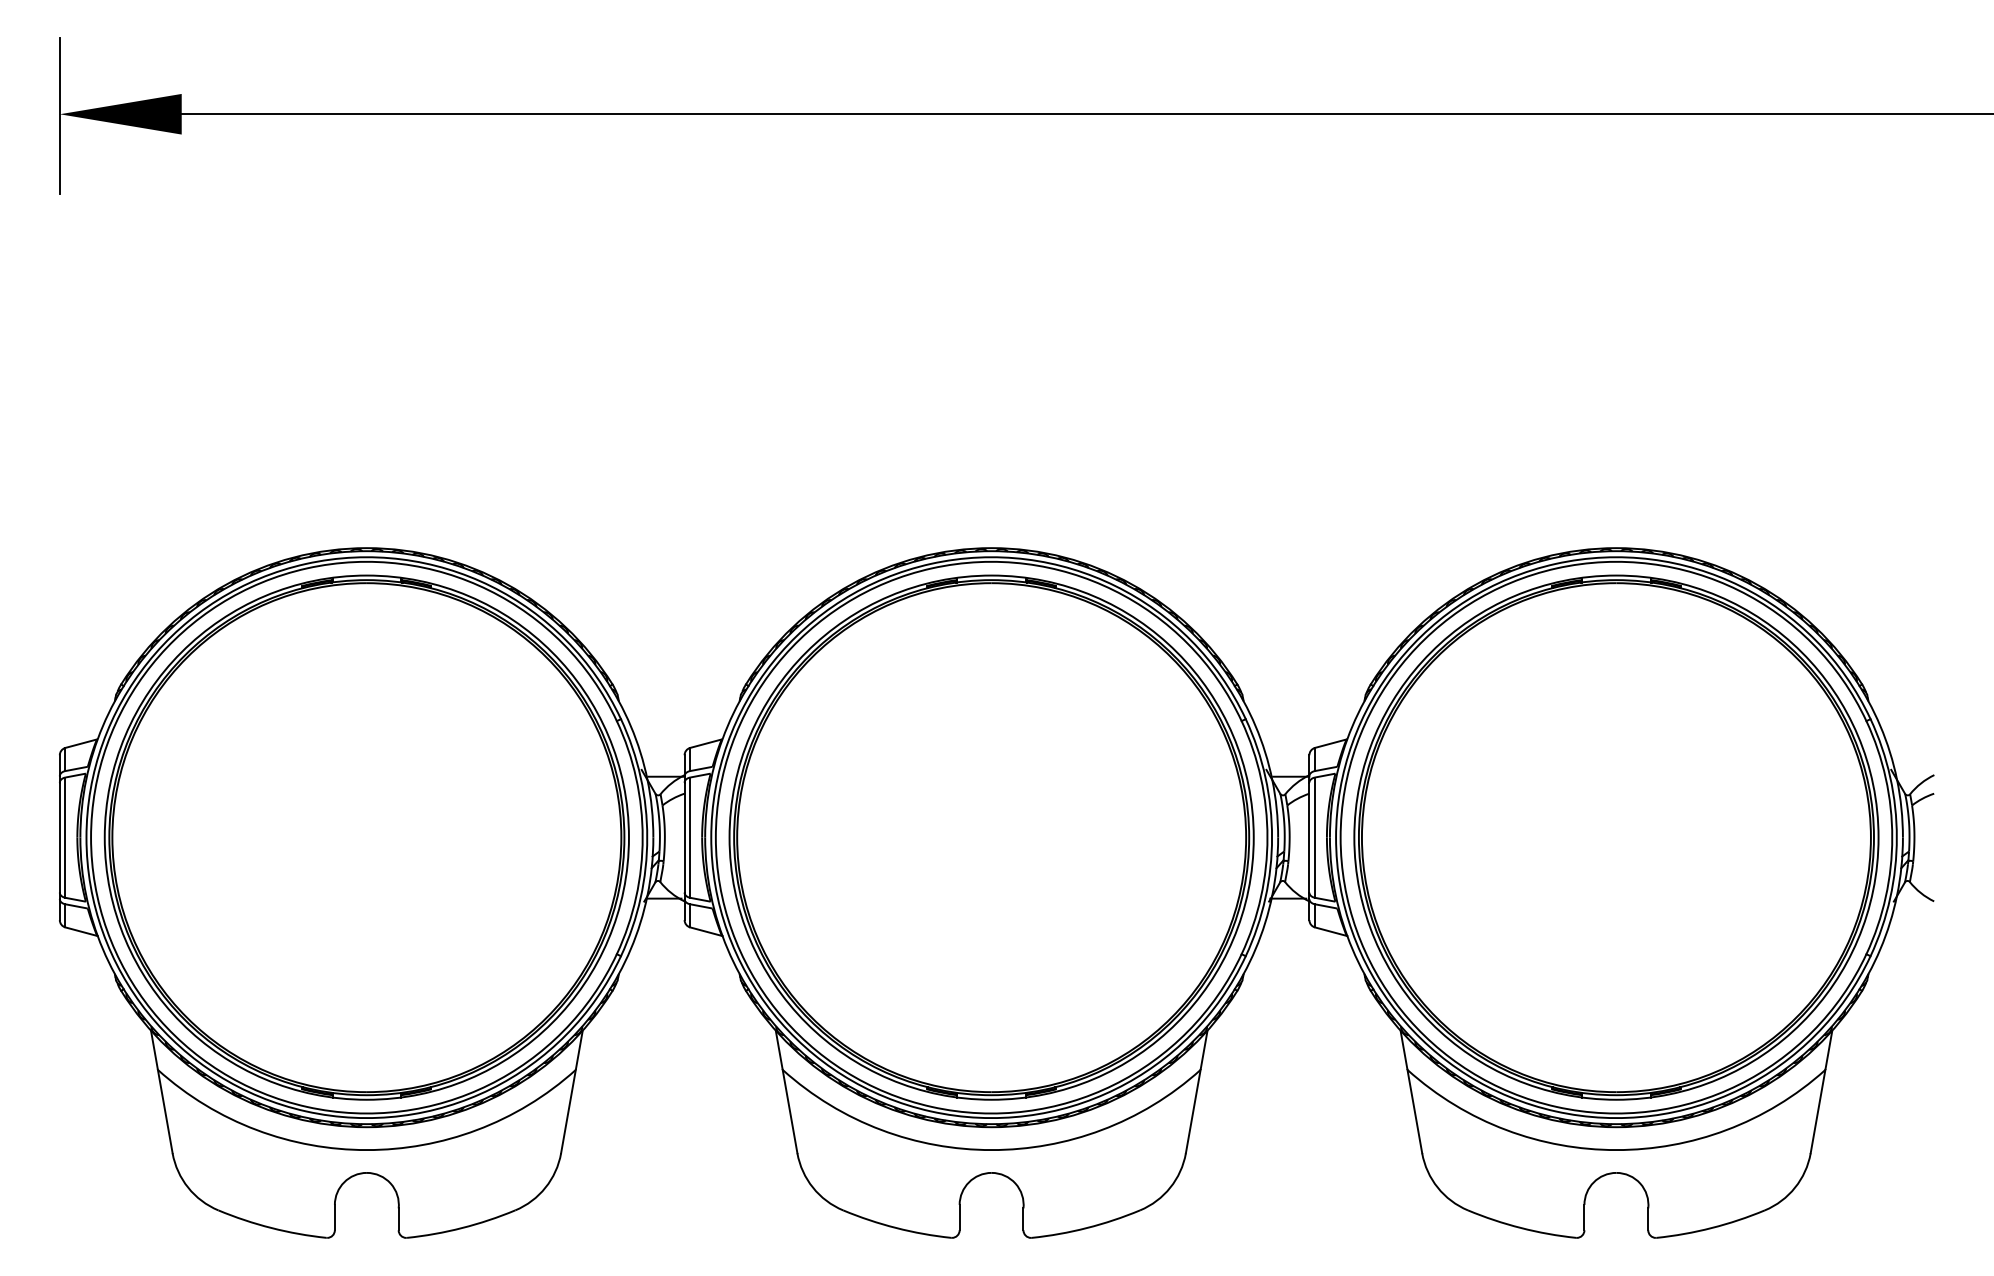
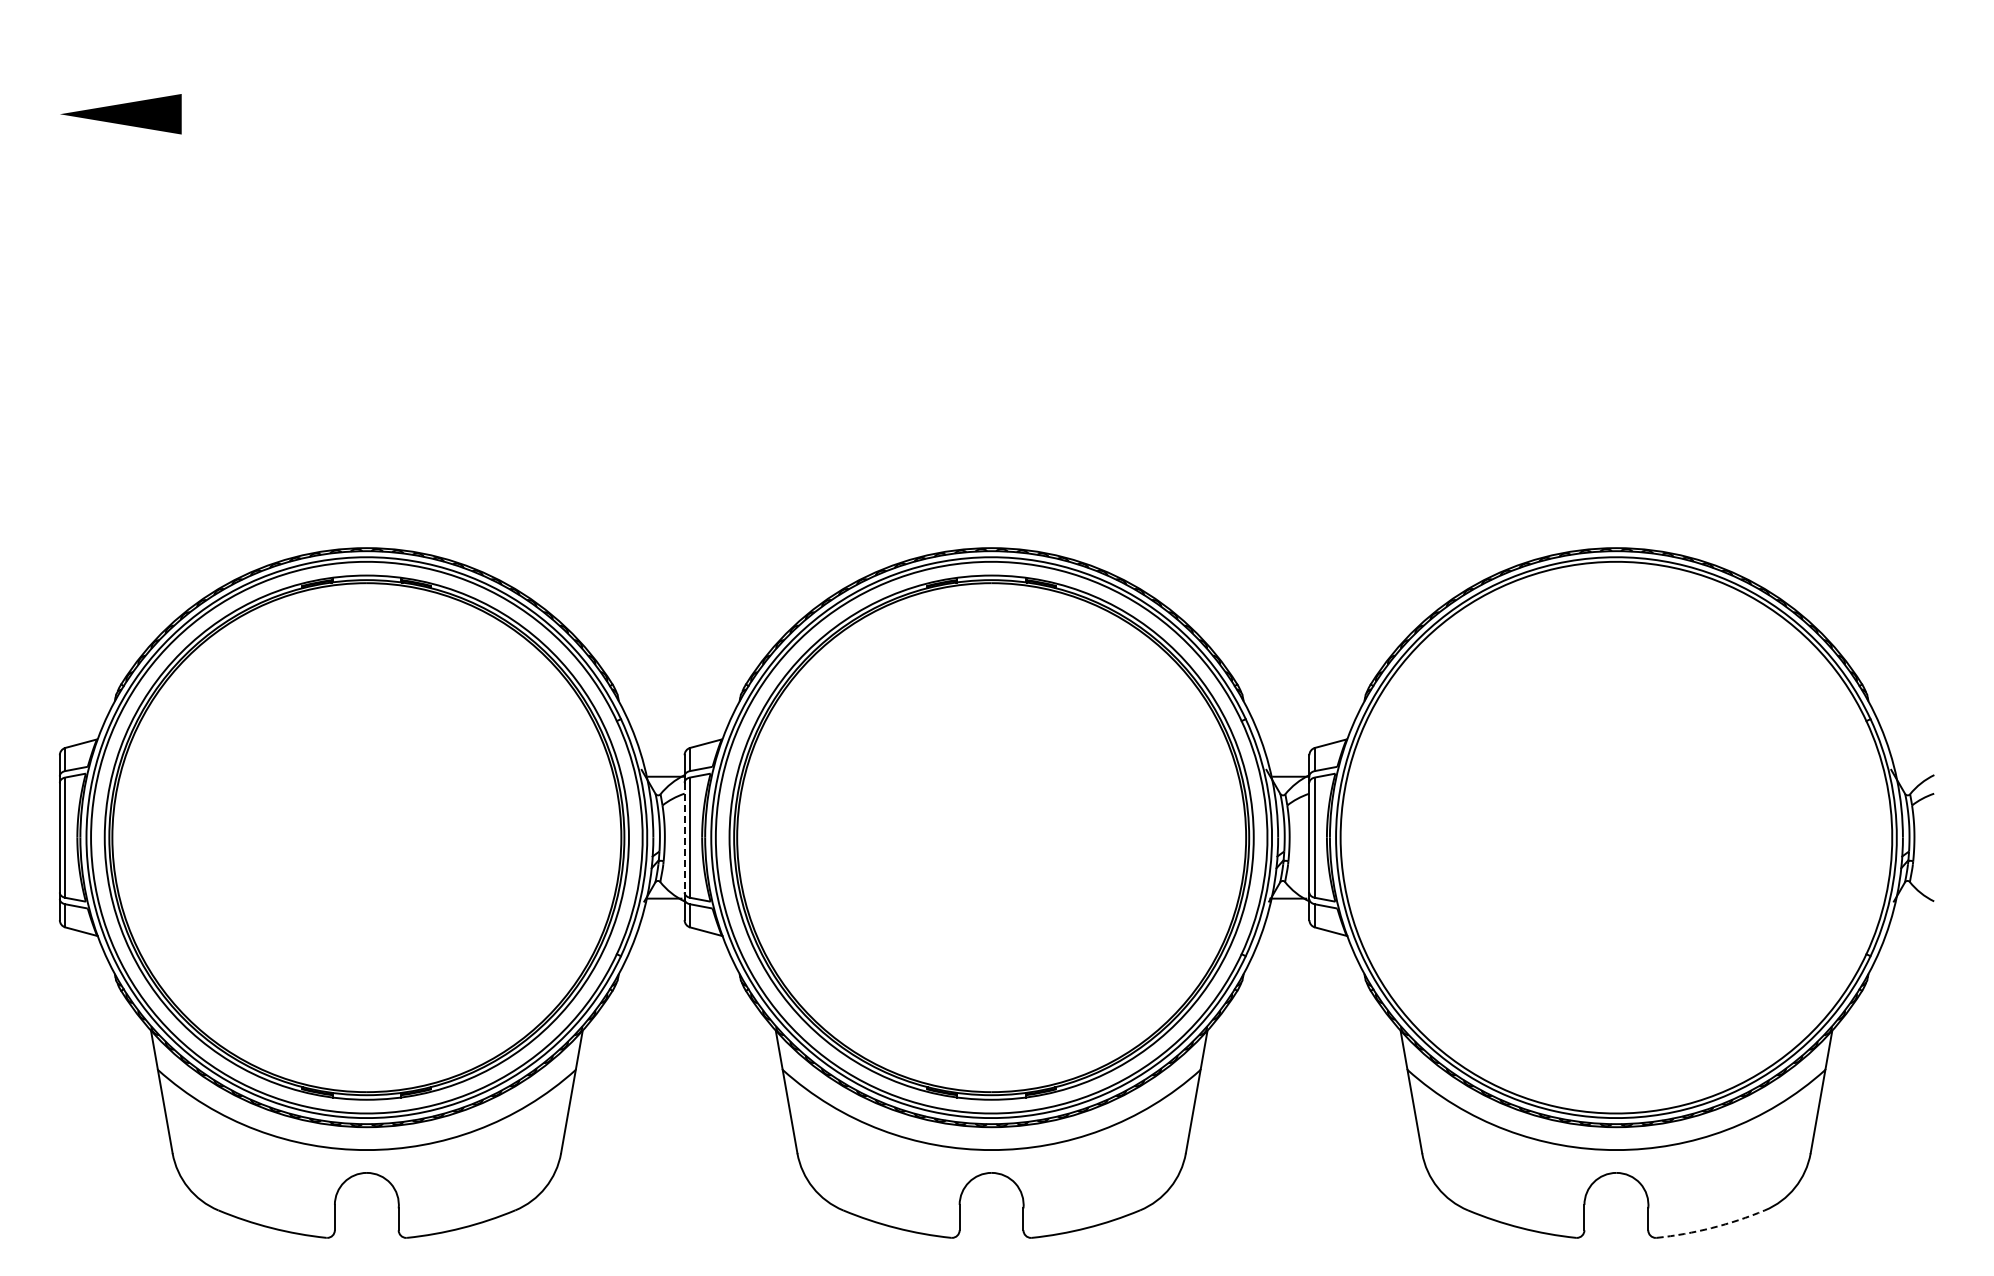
line at (1085, 114): present -> none
line at (59, 115): present -> none
line at (684, 837): solid -> dashed
part at (1616, 837): present -> none
arc at (1711, 1228): solid -> dashed
